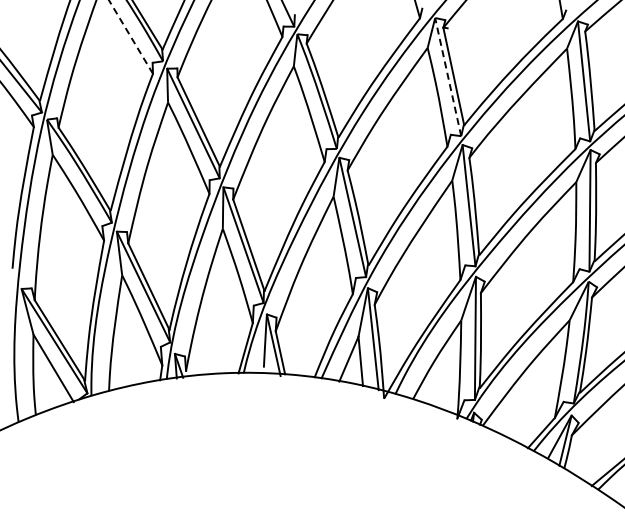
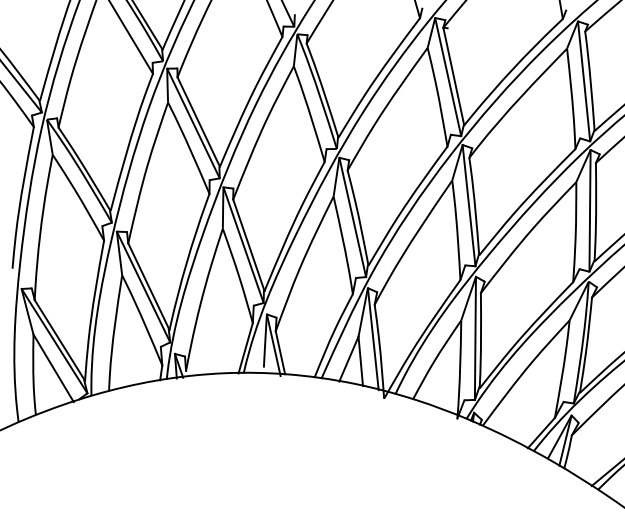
line at (130, 36): dashed -> solid
line at (448, 76): dashed -> solid
